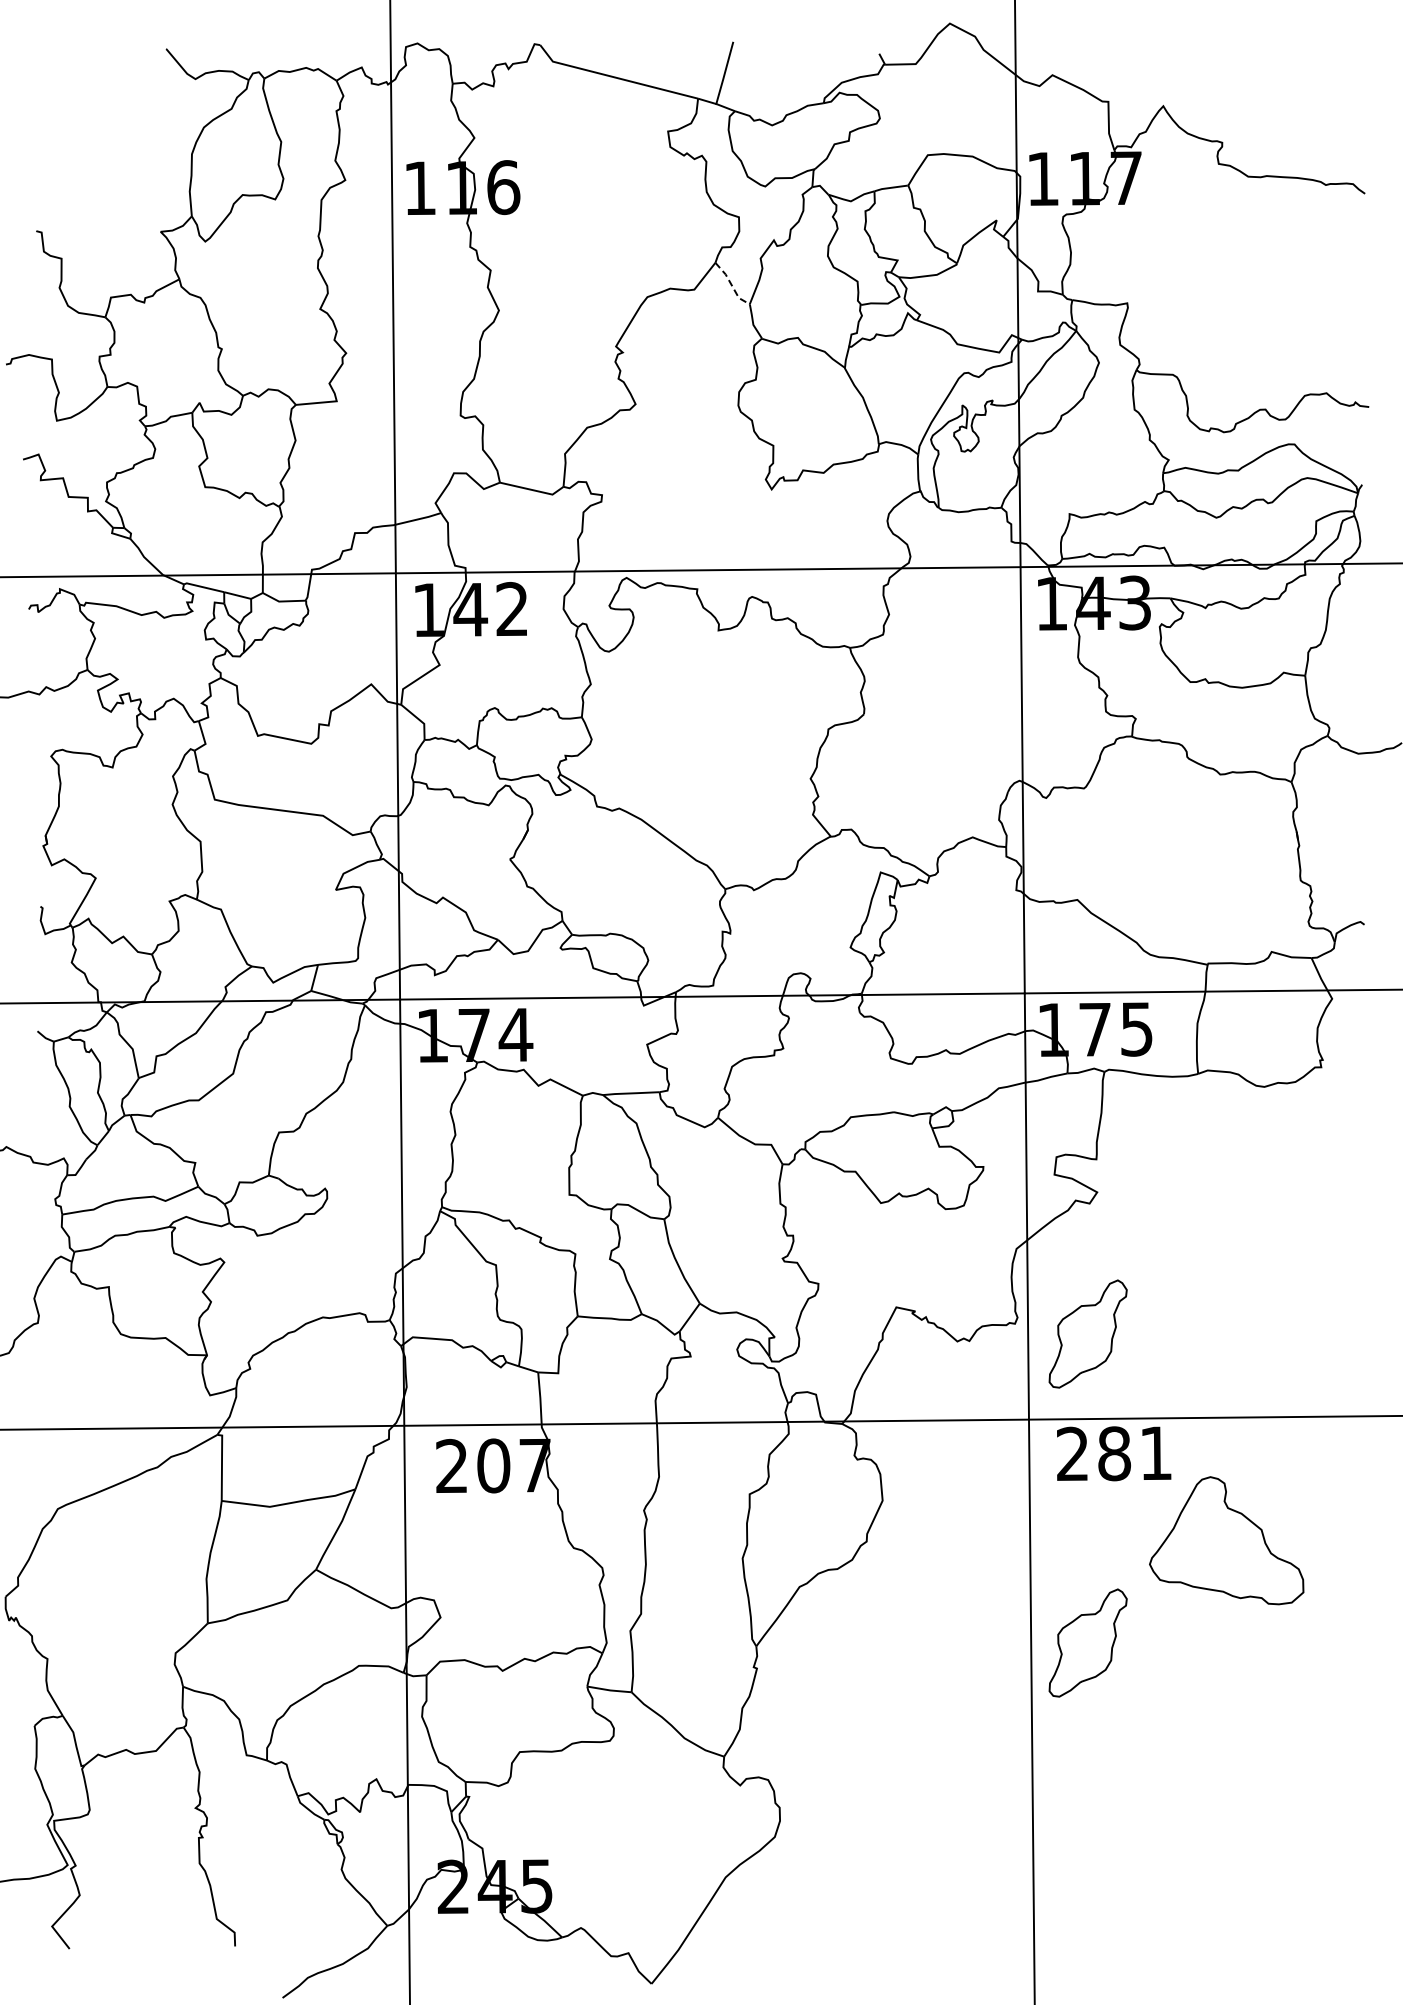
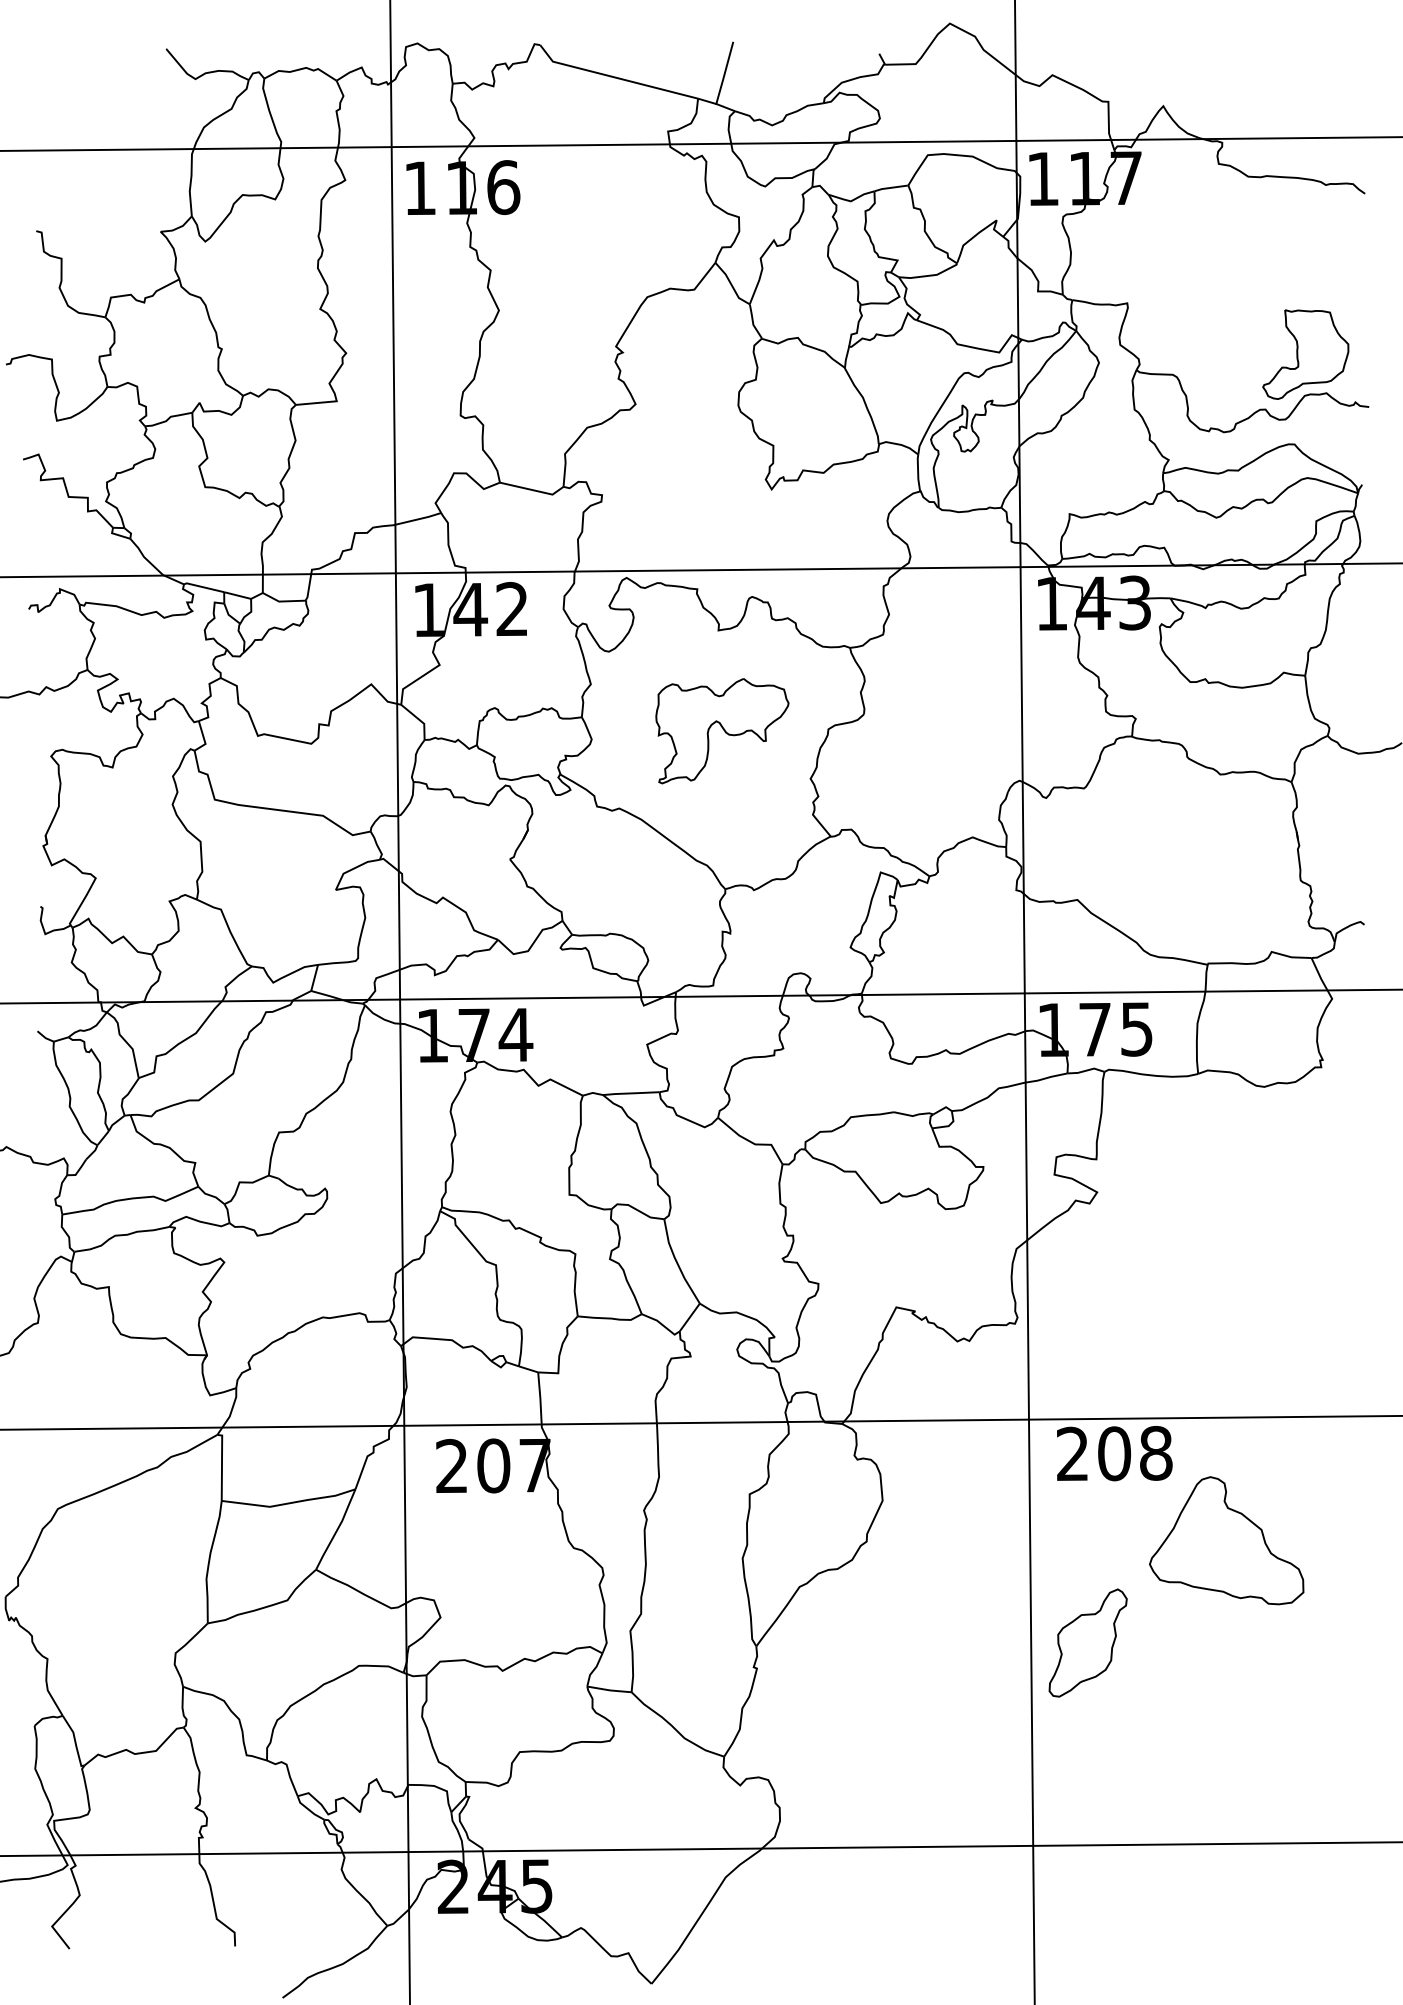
line at (700, 143): none -> present
line at (731, 285): dashed -> solid
part at (1305, 354): none -> present
part at (722, 731): none -> present
part at (1087, 1333): present -> none
text at (1135, 1453): 281 -> 208
line at (700, 1849): none -> present
